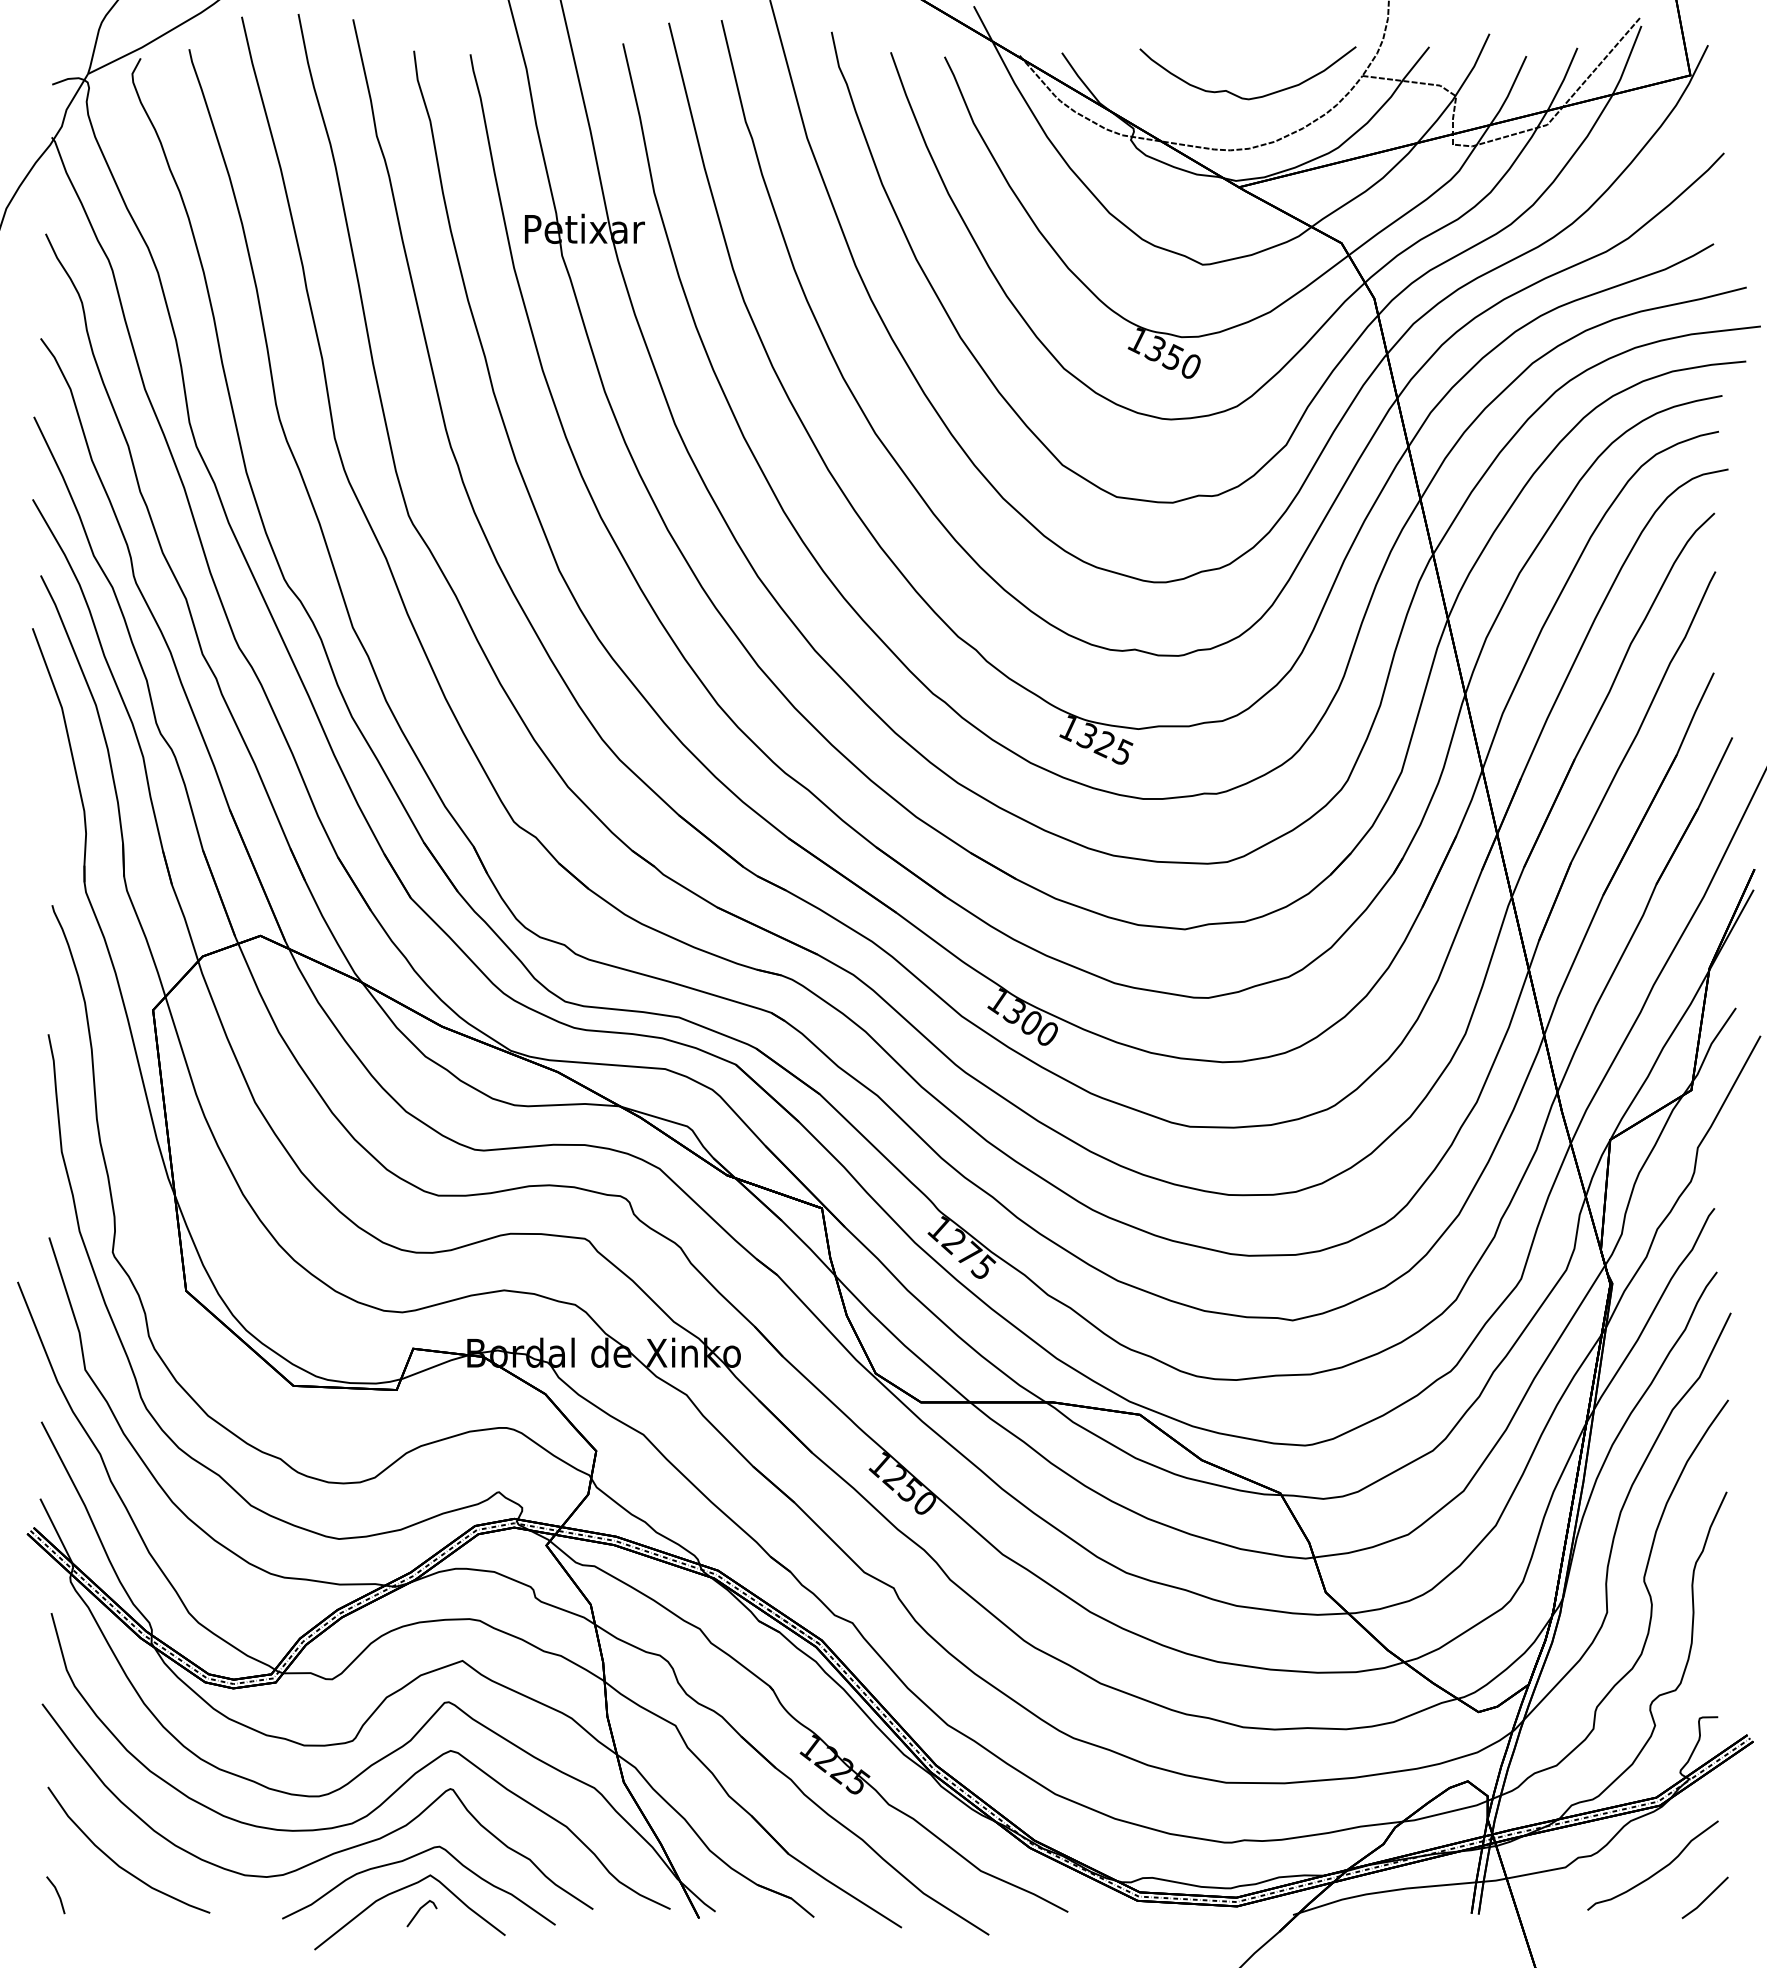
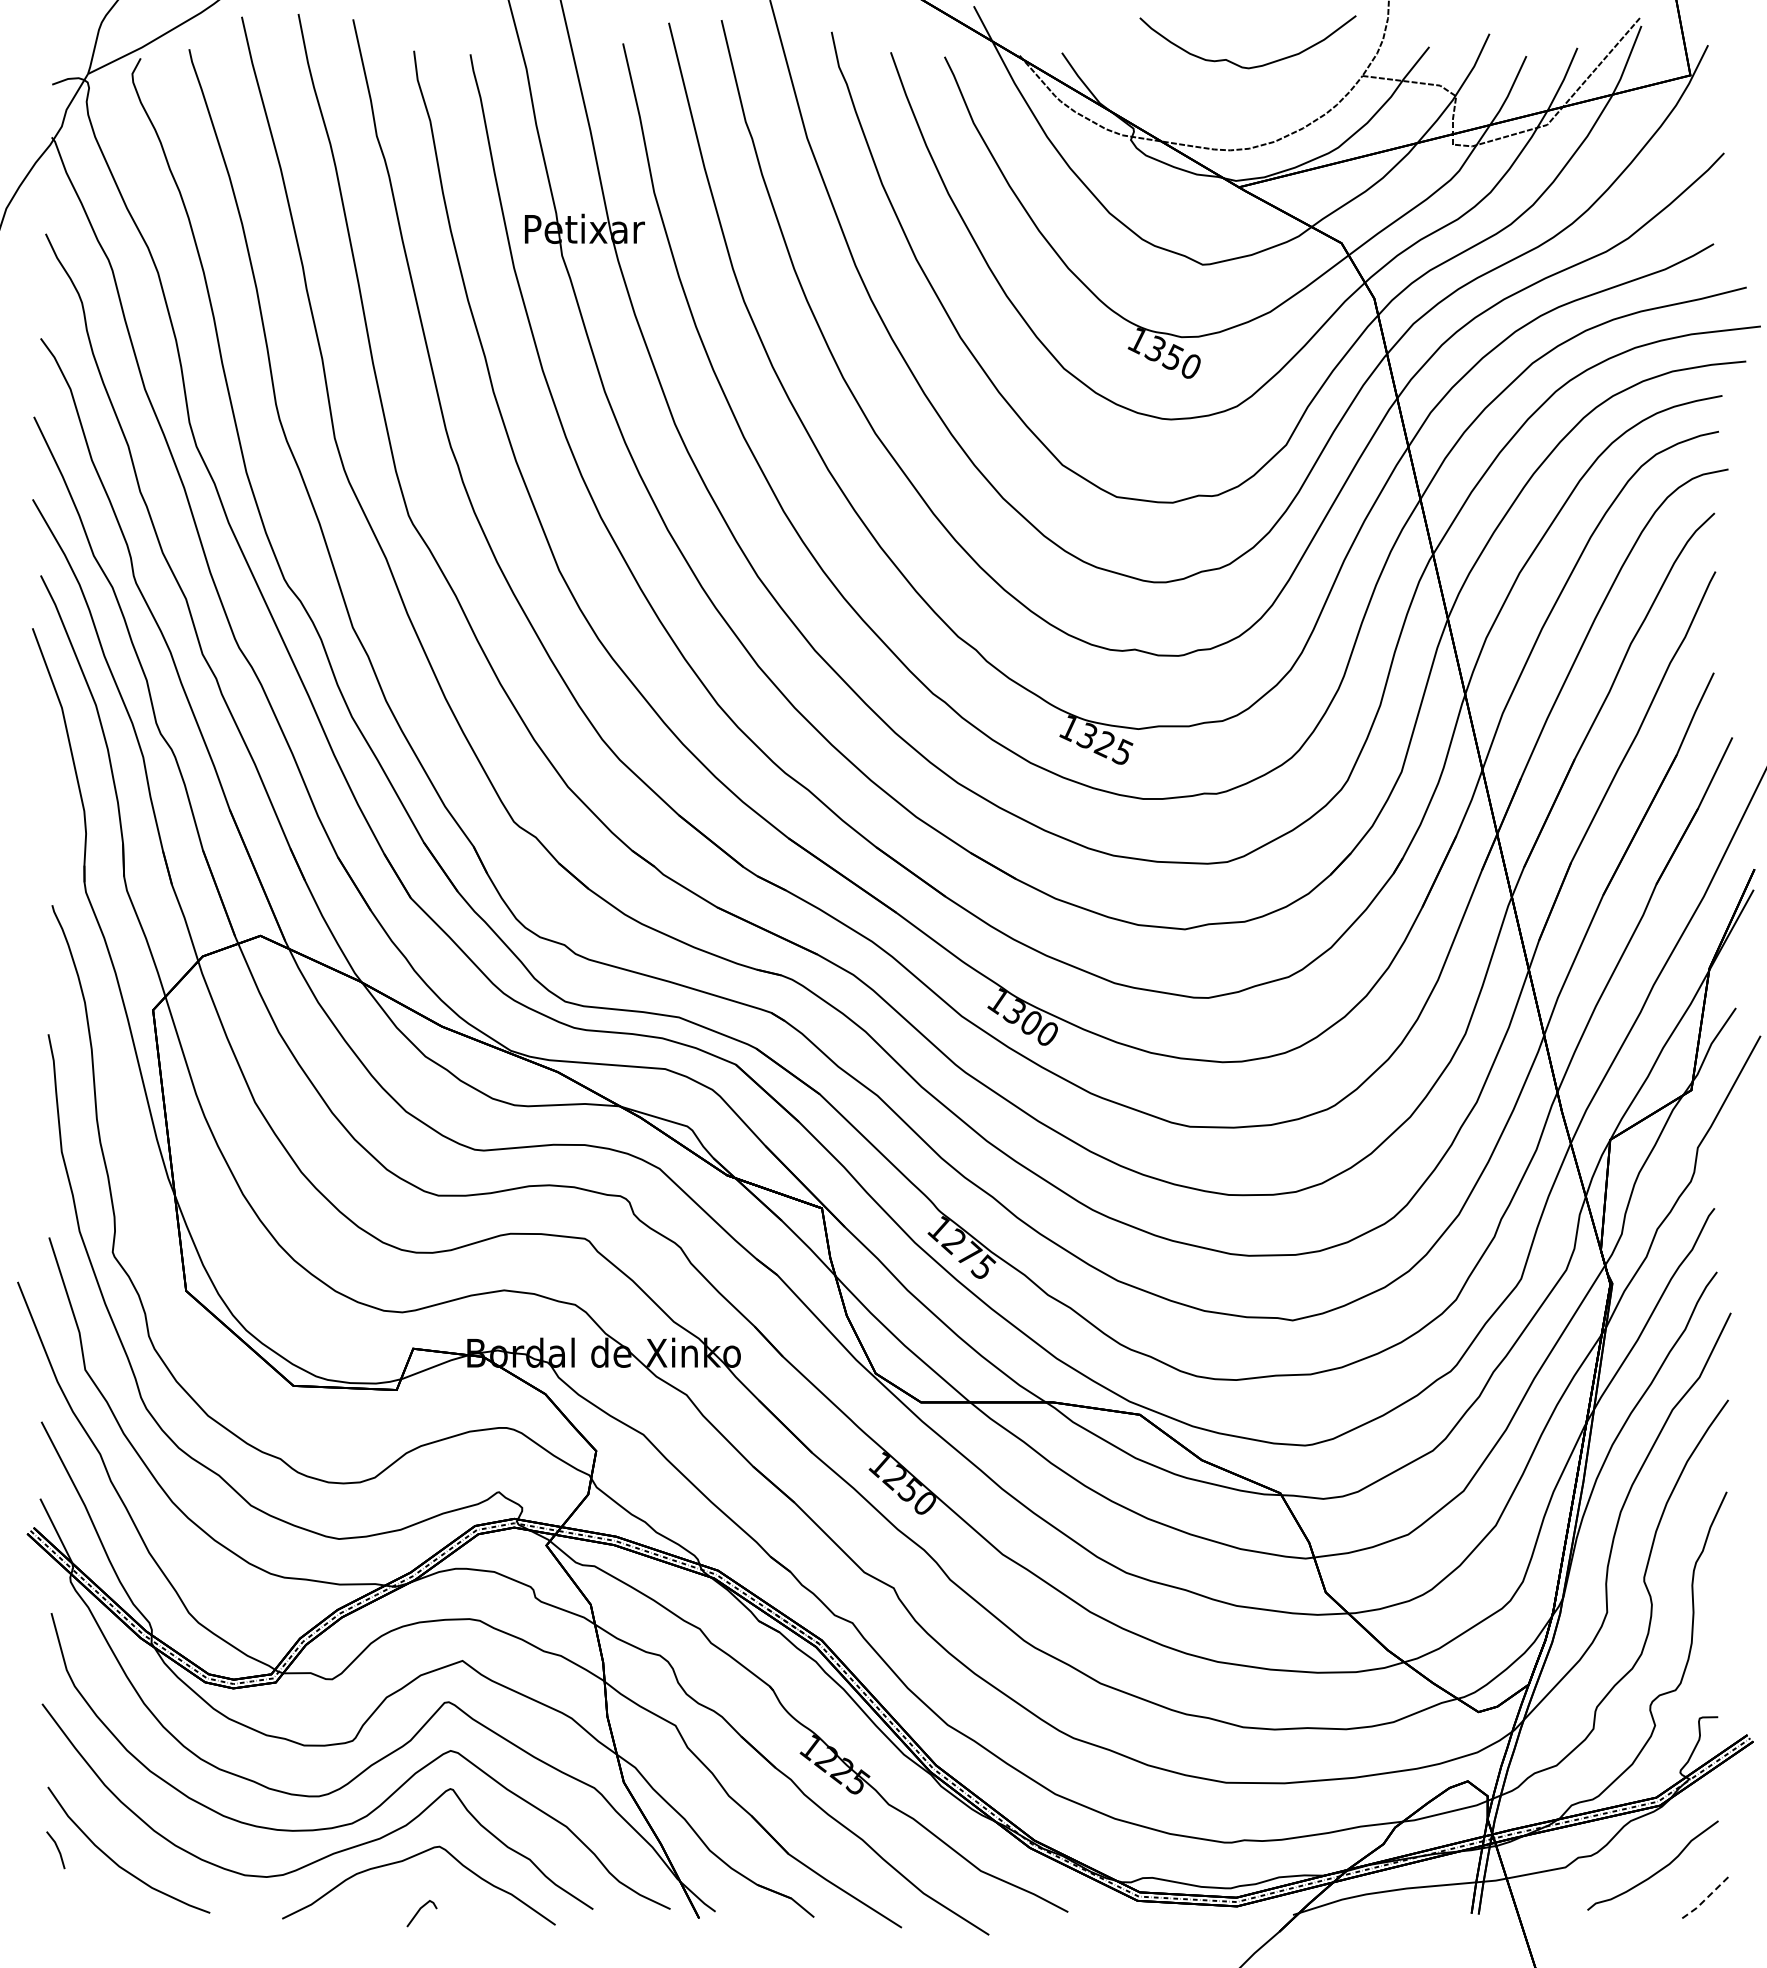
curve at (1236, 94) position: (1236, 94) -> (1236, 63)
curve at (401, 1890): present -> none
line at (57, 1895) position: (57, 1895) -> (57, 1850)
line at (1705, 1899): solid -> dashed
